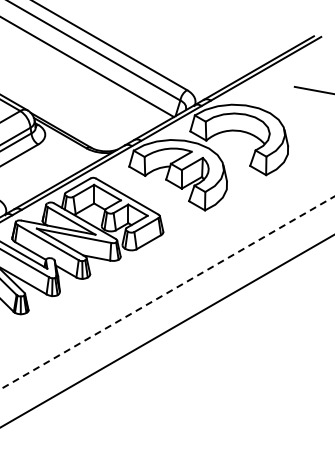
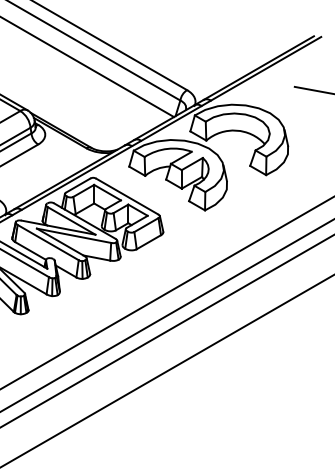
line at (167, 293): dashed -> solid
line at (166, 315): none -> present
line at (166, 371): none -> present
